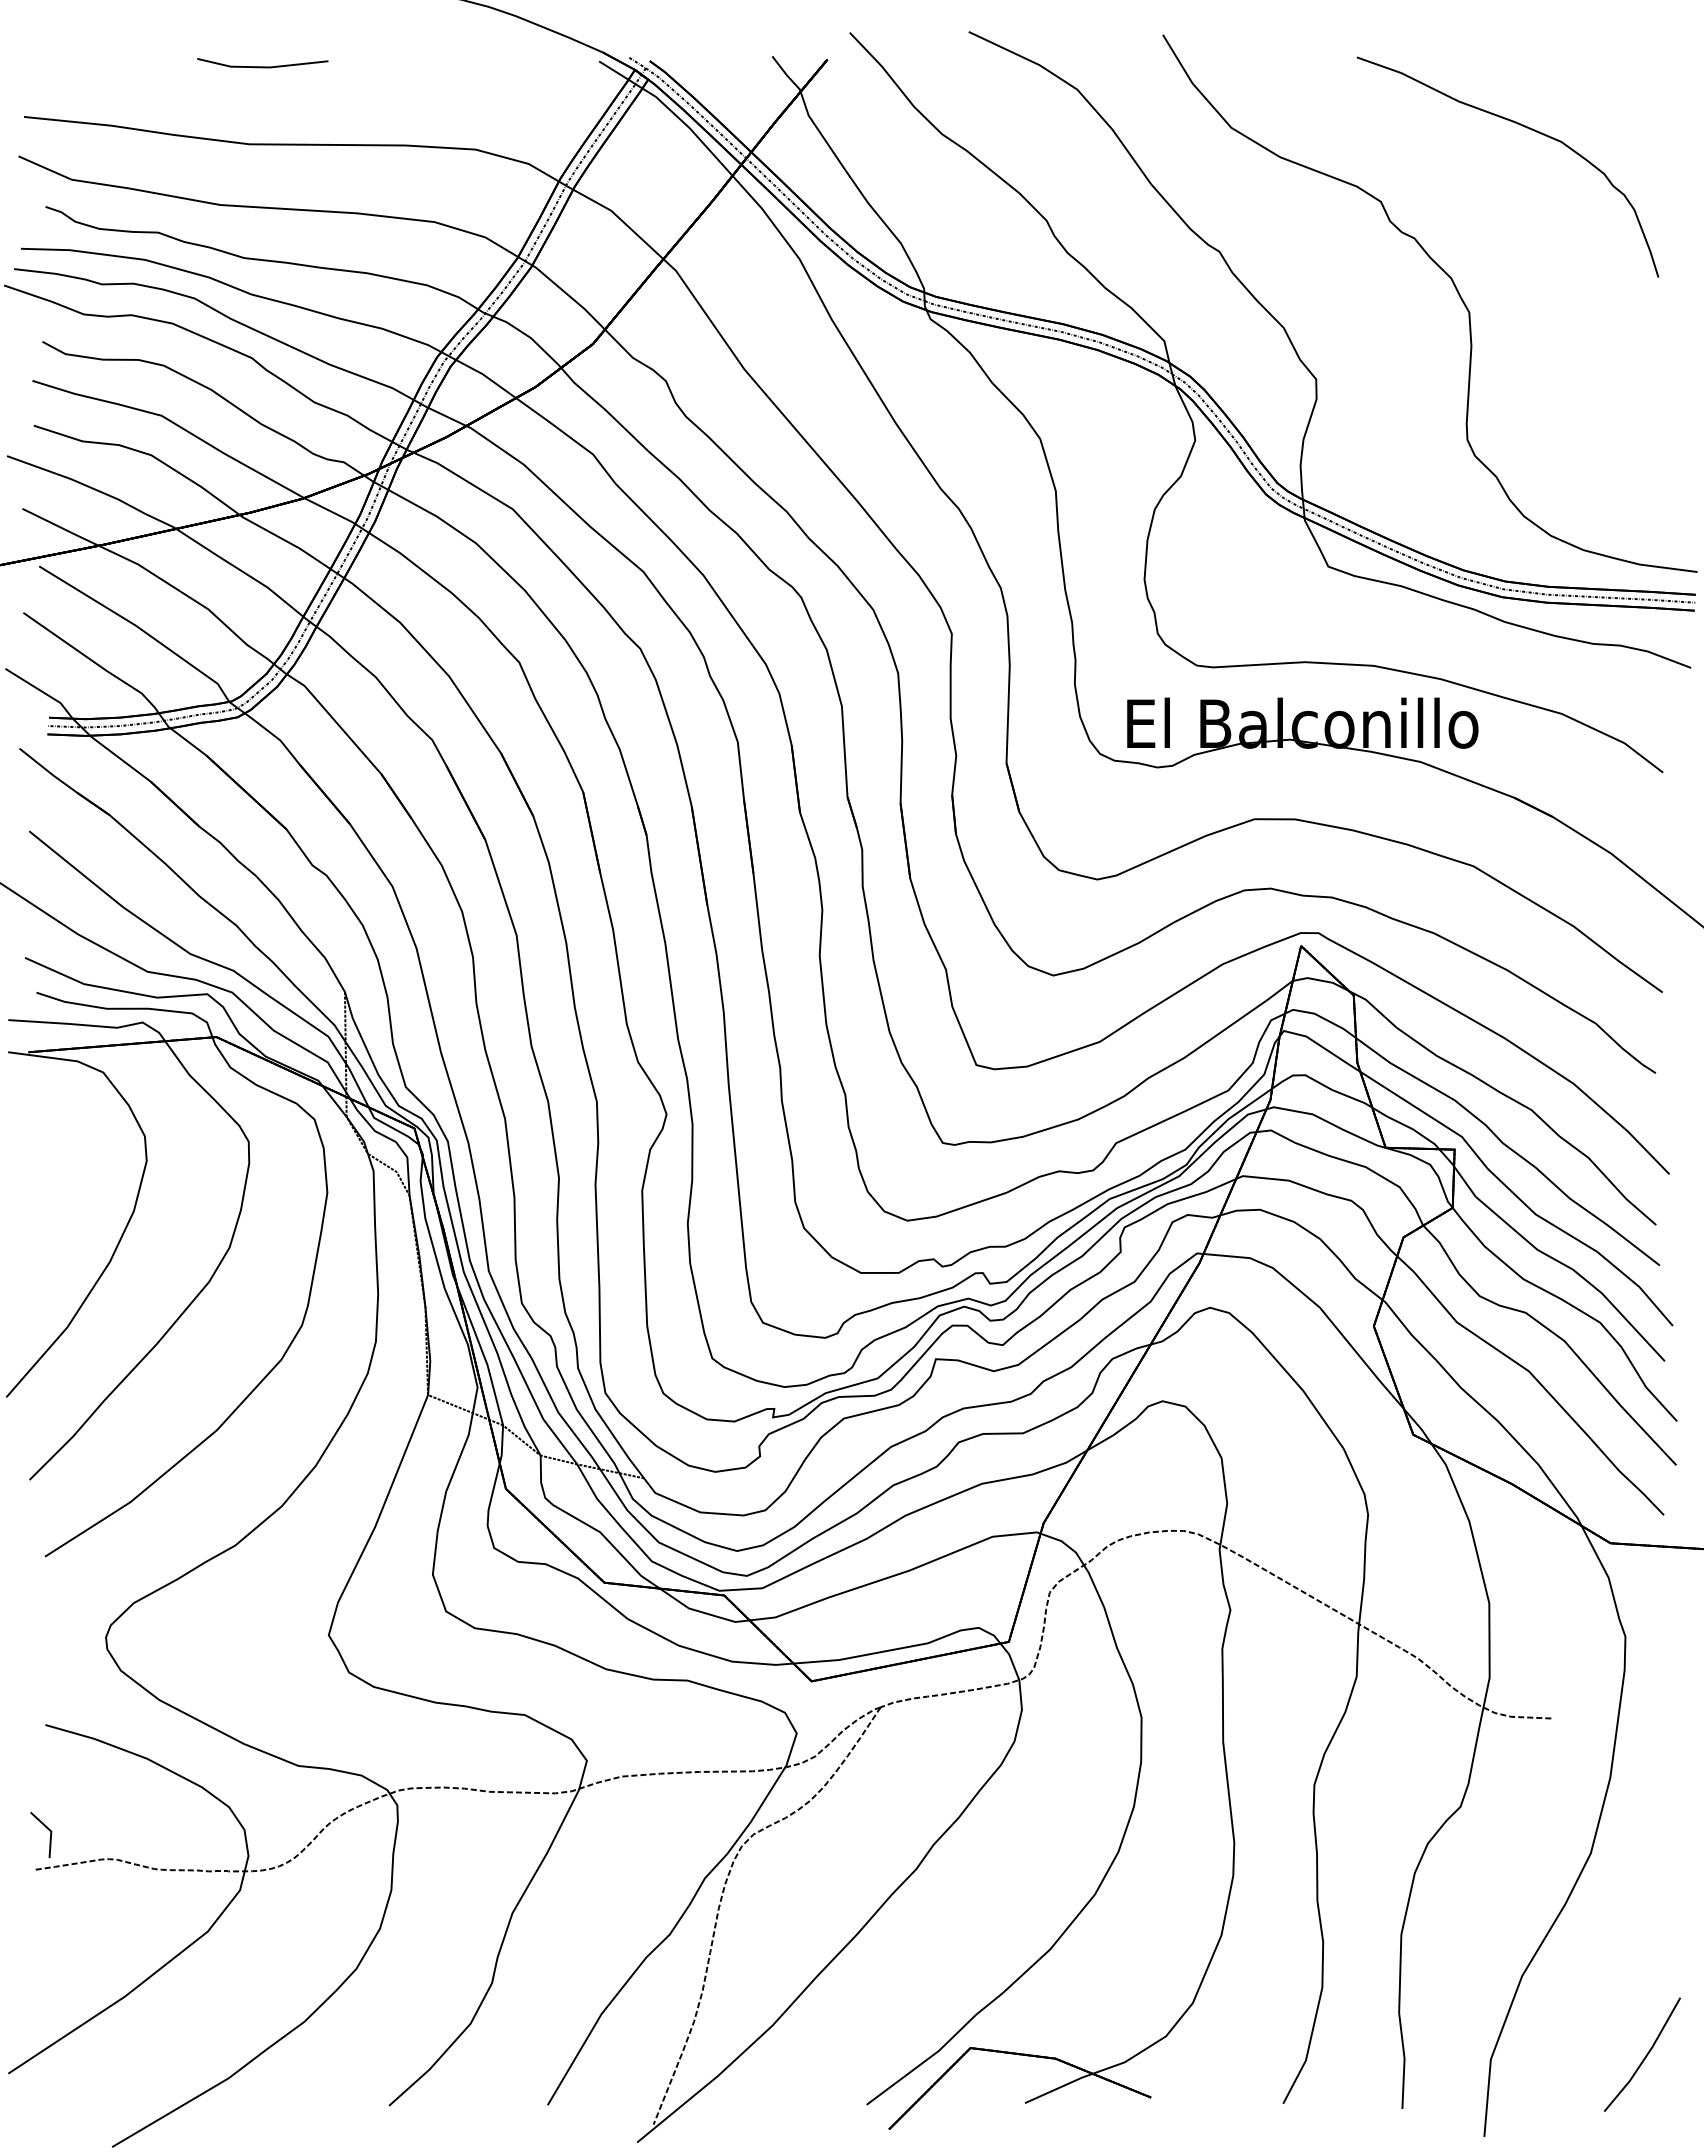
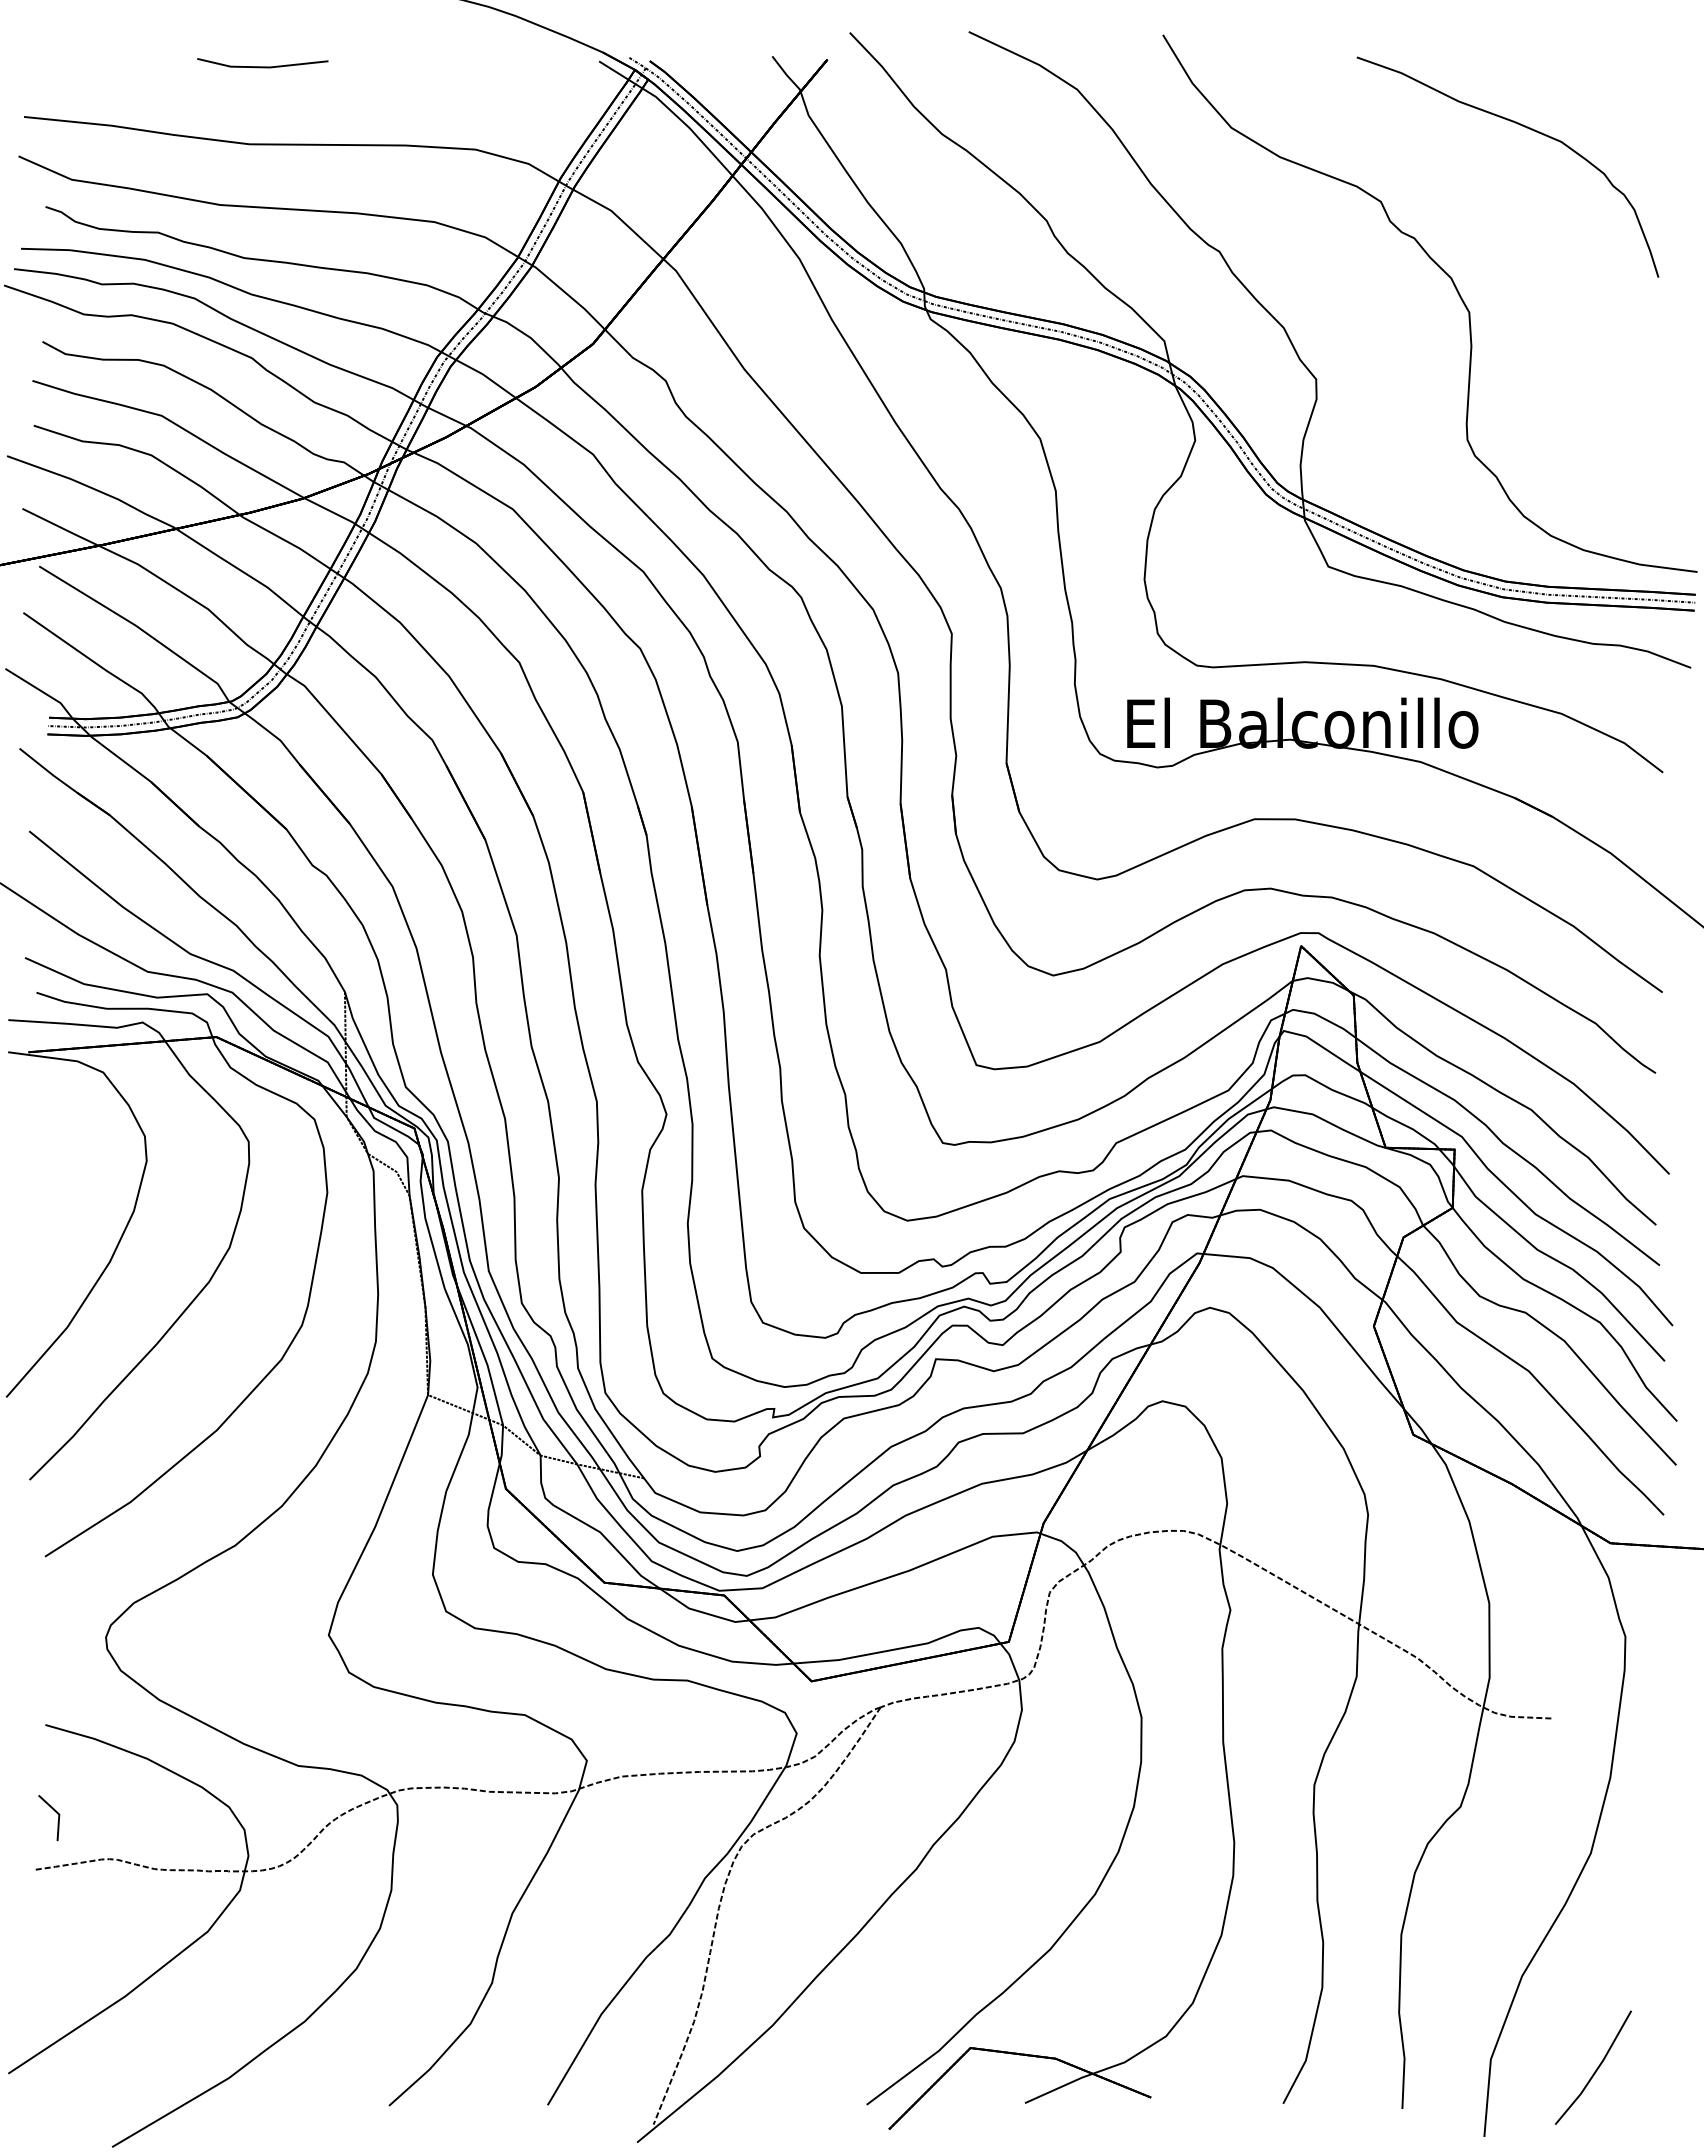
line at (47, 1829) position: (47, 1829) -> (55, 1812)
line at (1645, 2055) position: (1645, 2055) -> (1596, 2068)
